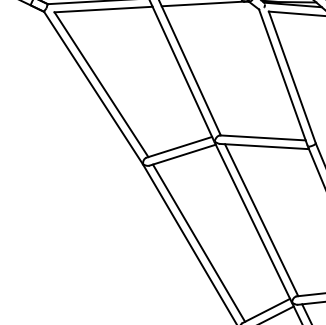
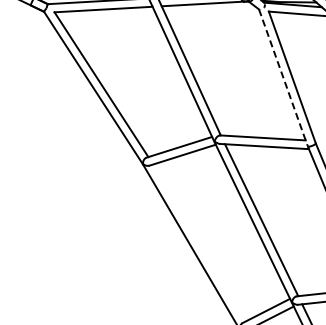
line at (283, 77): solid -> dashed
line at (198, 242): present -> none
